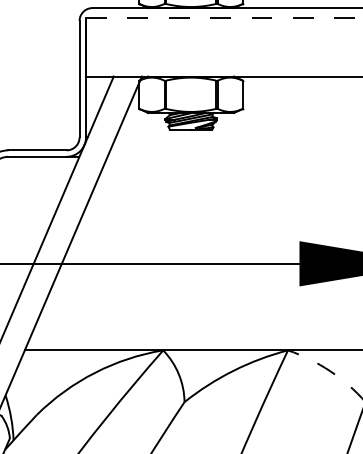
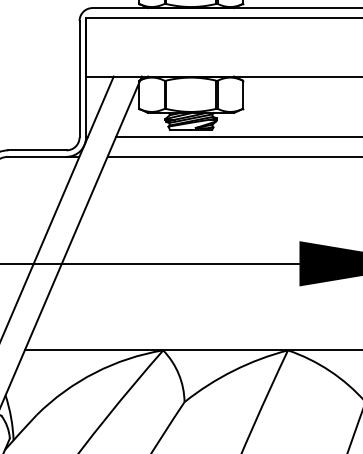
line at (224, 18): dashed -> solid
line at (237, 137): none -> present
line at (233, 156): none -> present
arc at (328, 370): dashed -> solid
